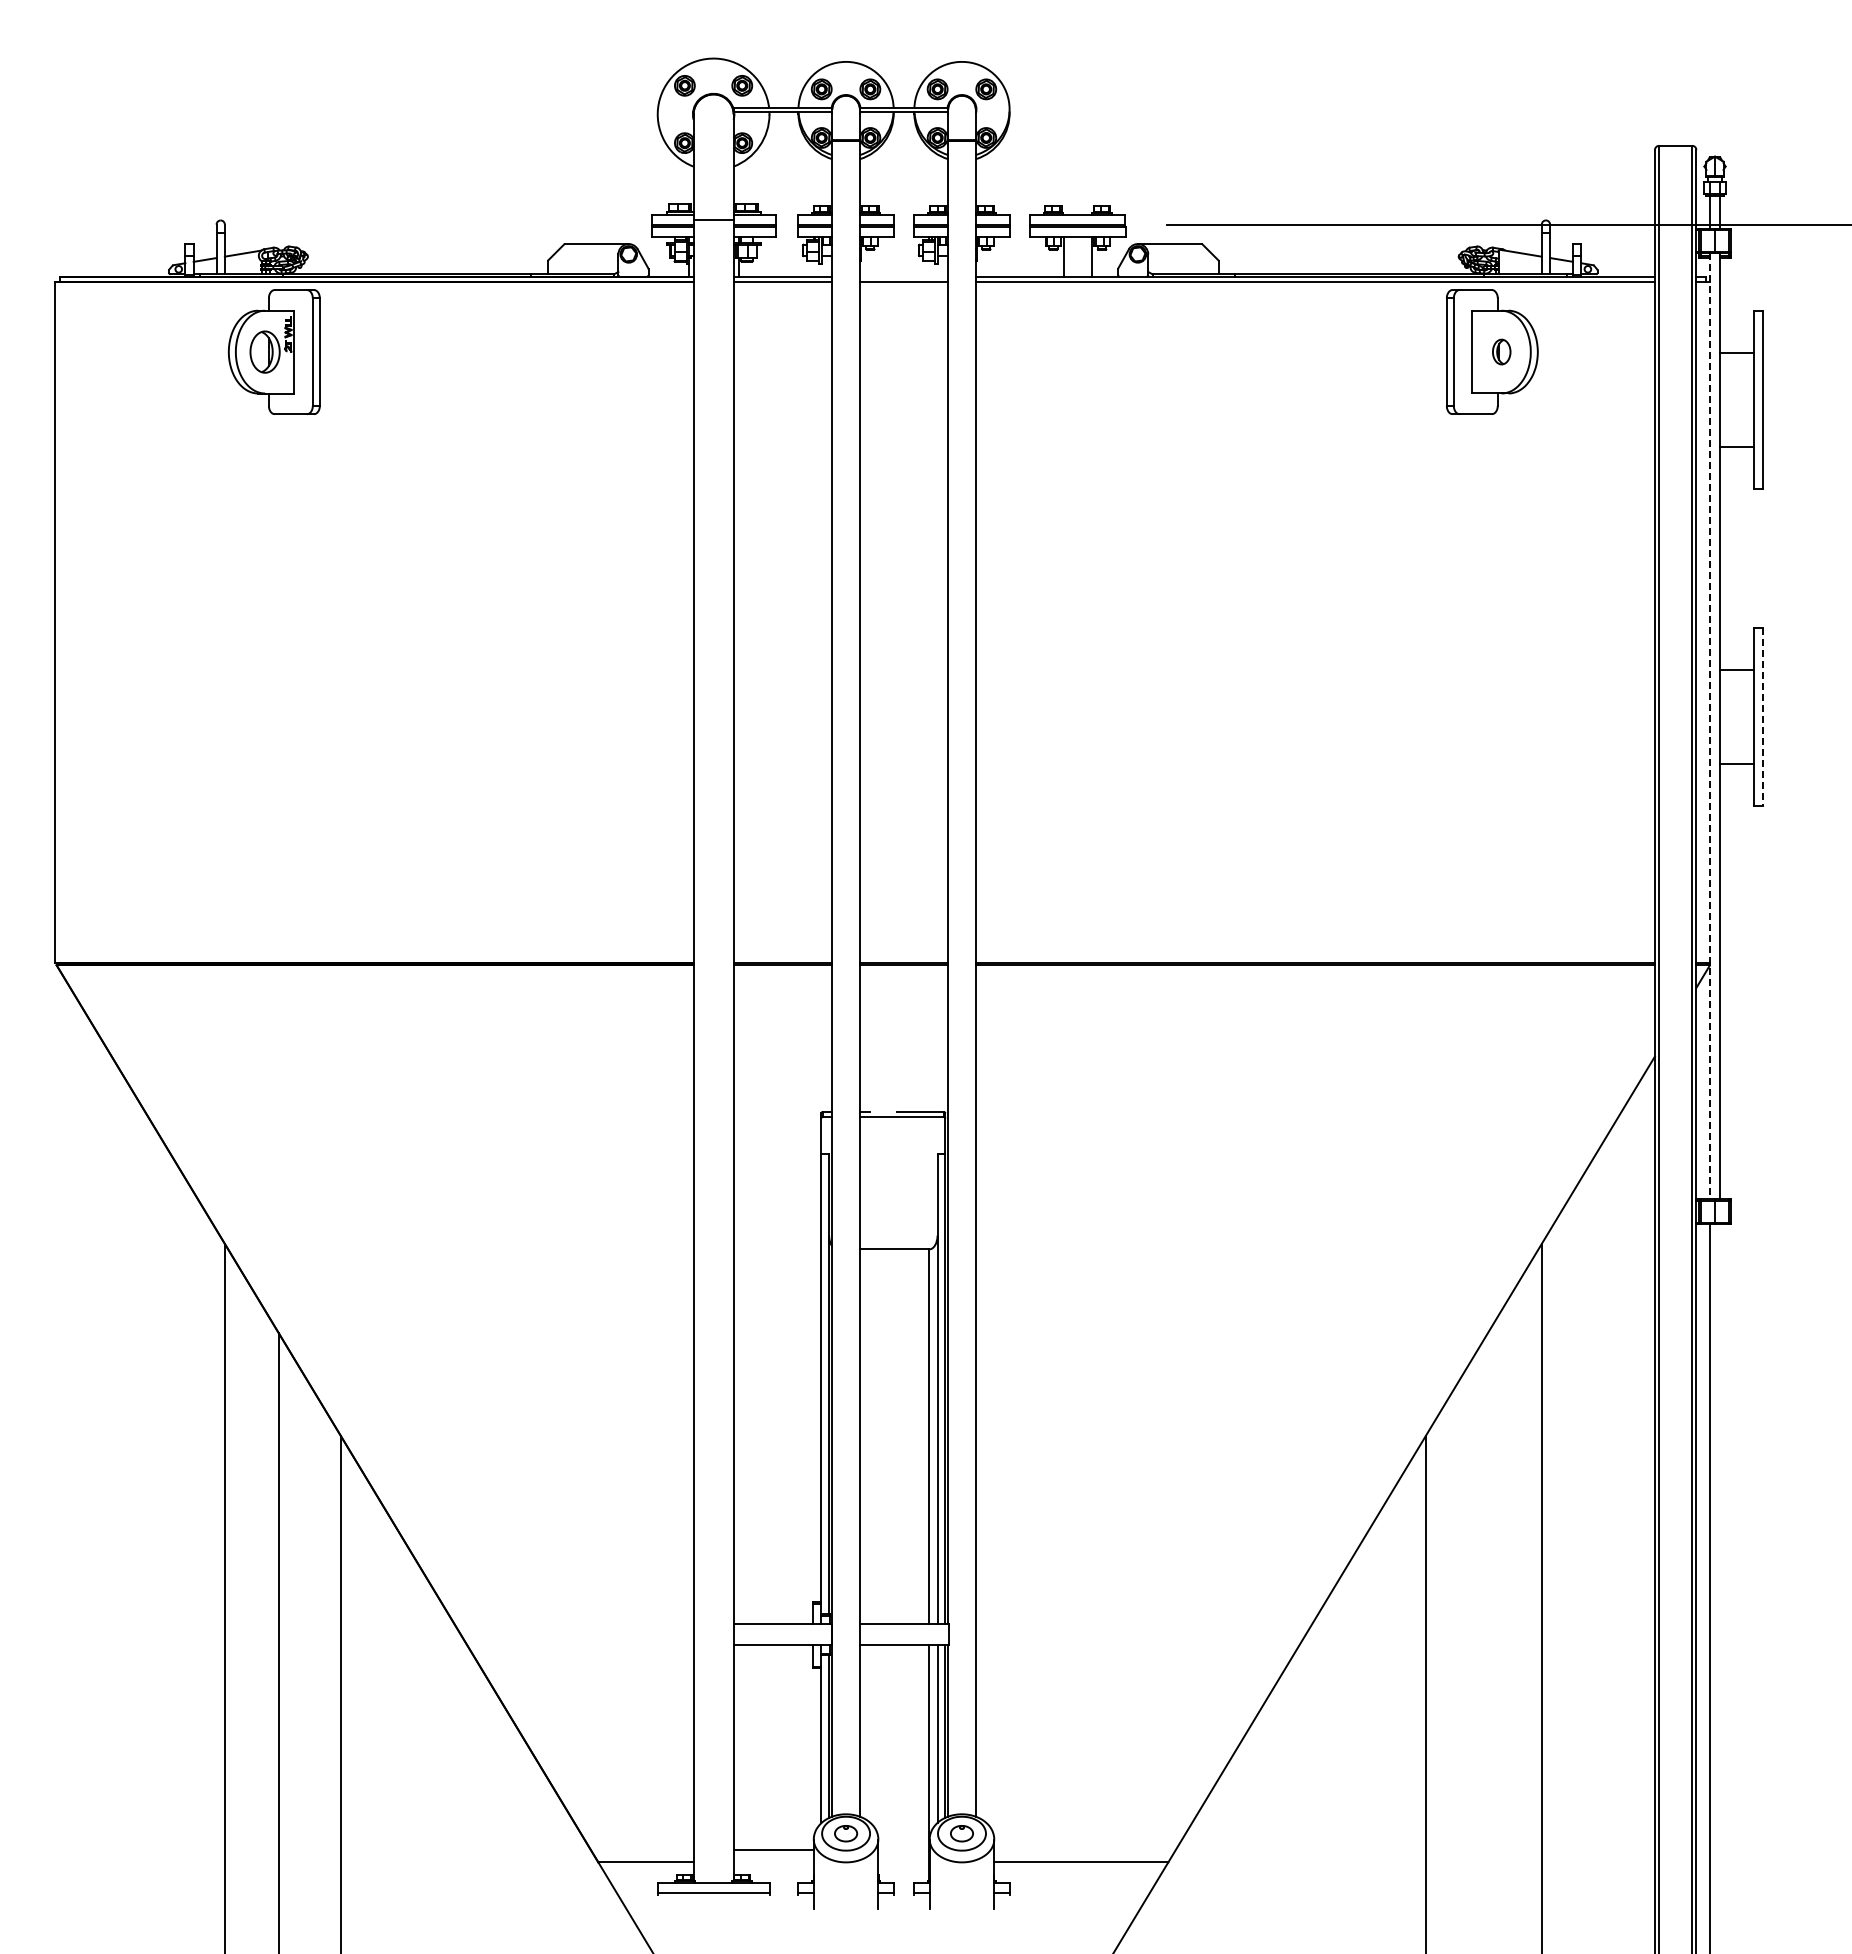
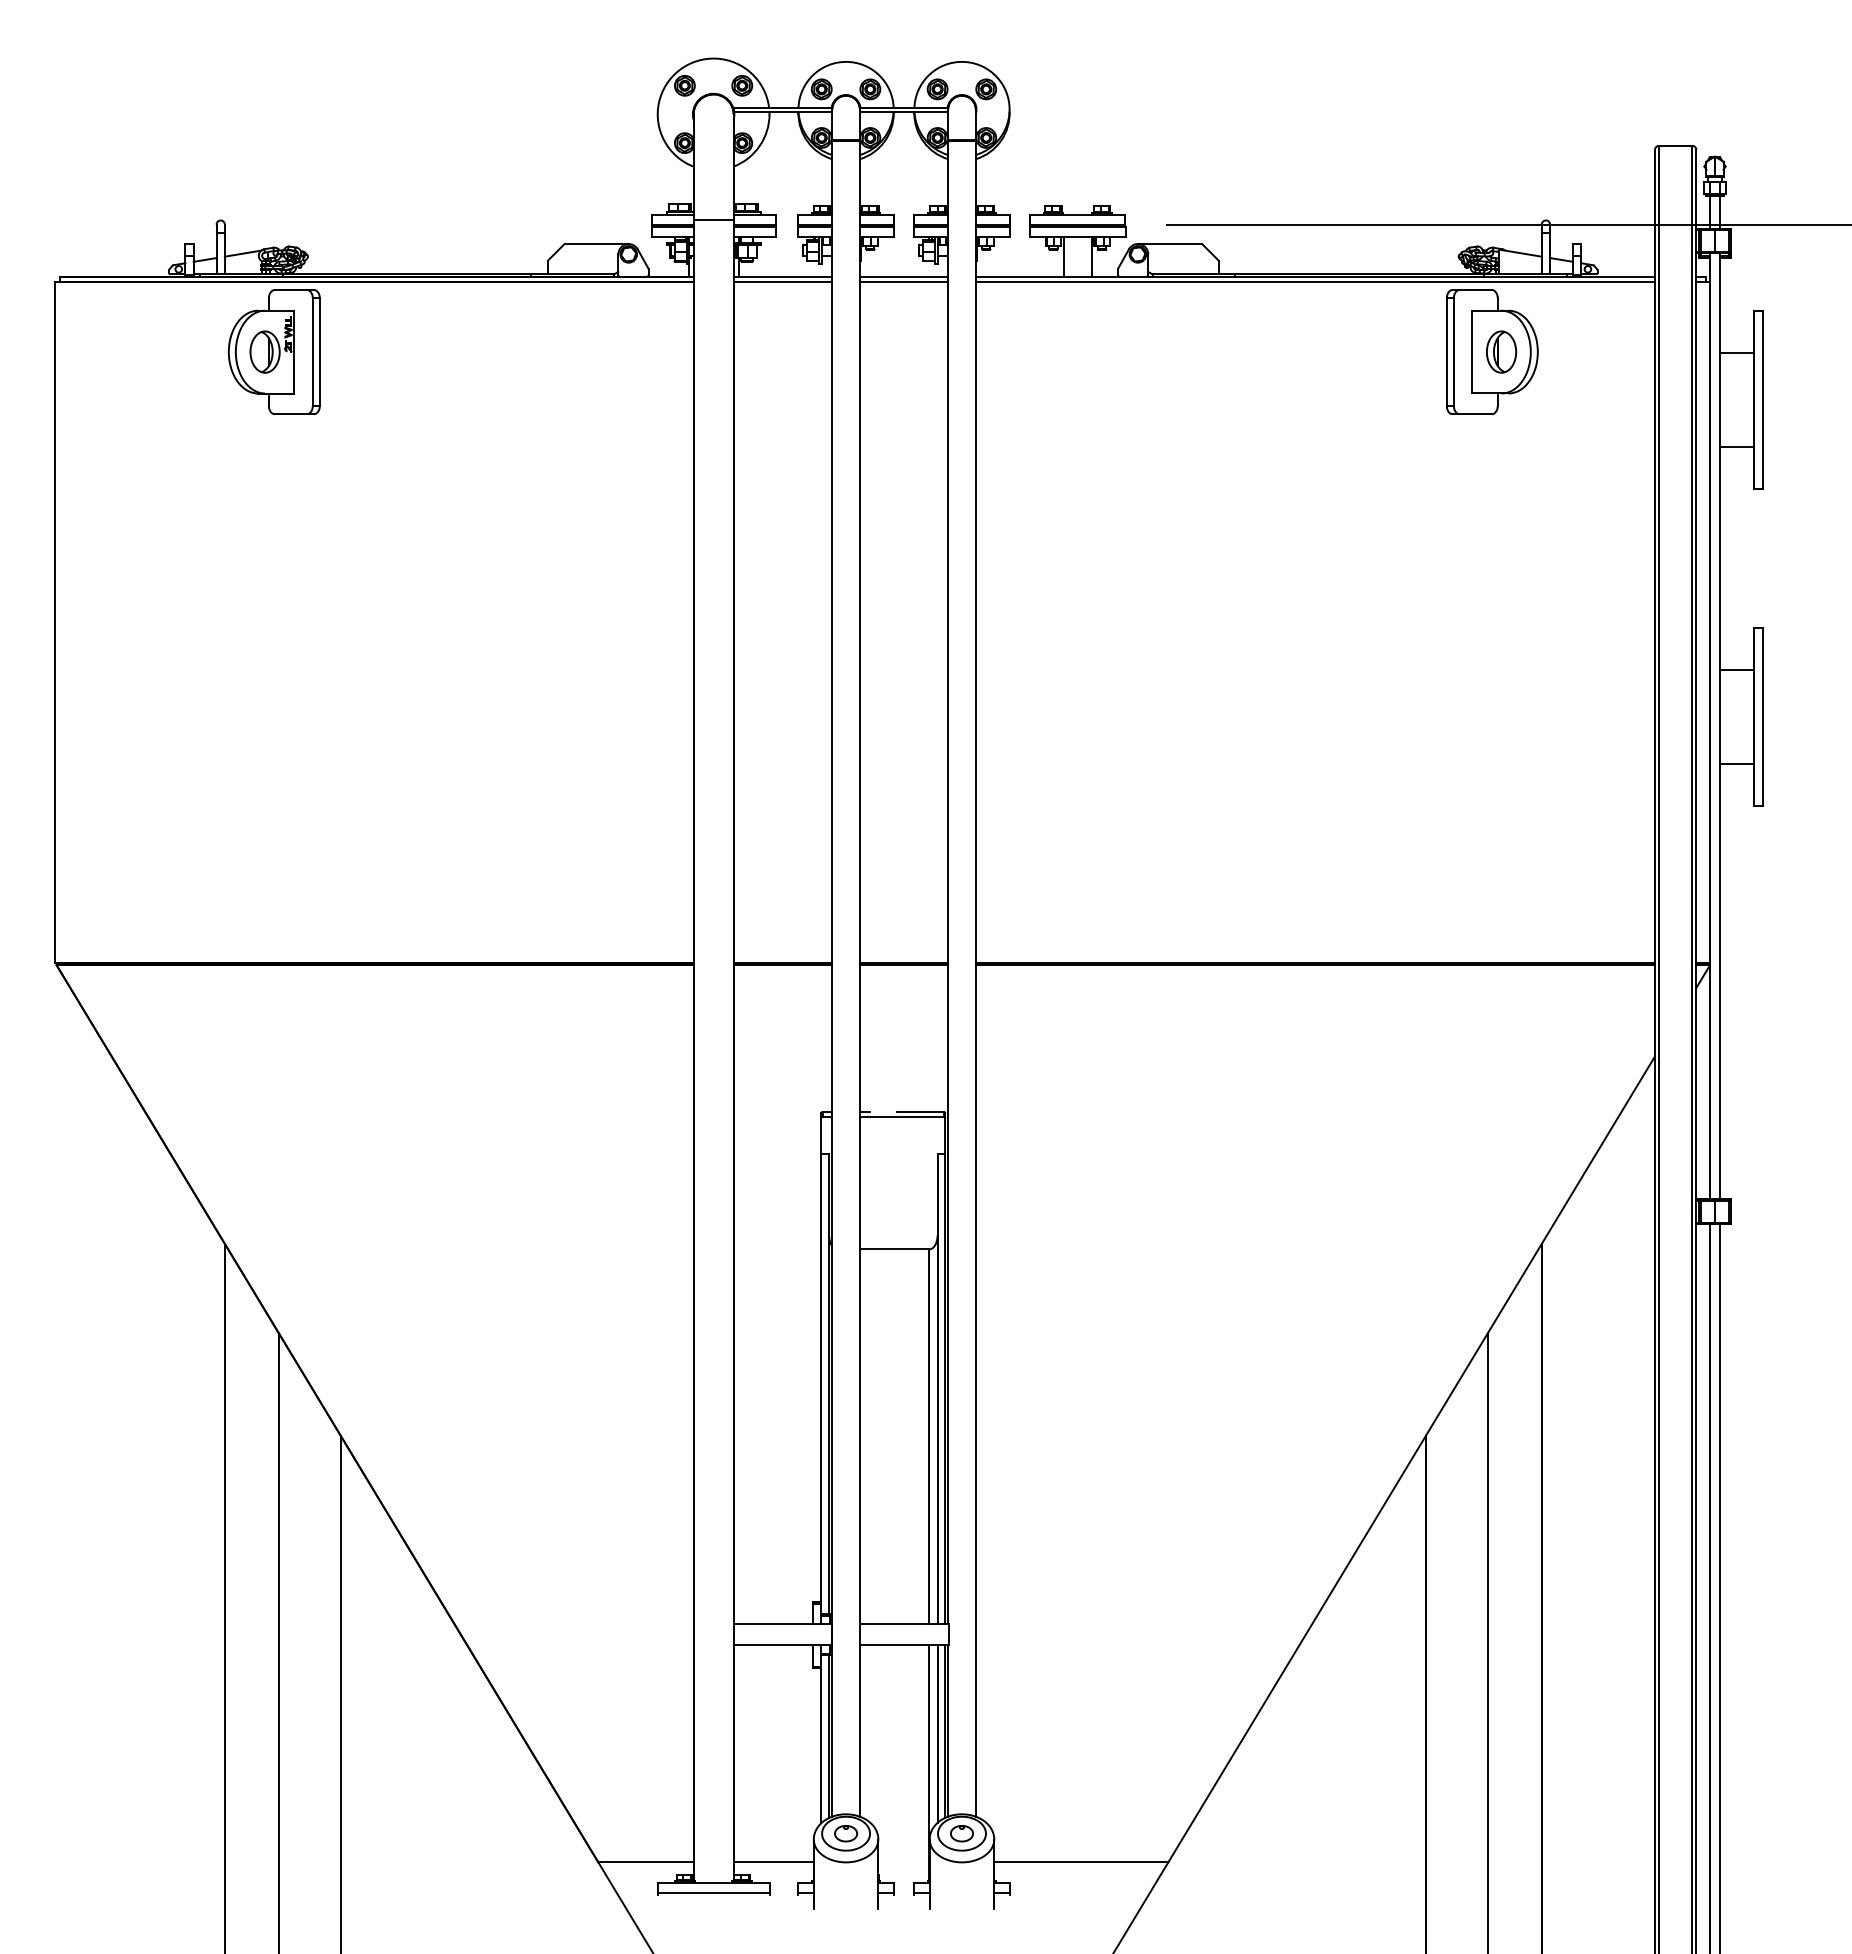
line at (903, 276): none -> present
part at (1501, 351) size: 20x28 px -> 32x44 px
line at (1763, 717): dashed -> solid
line at (1709, 726): dashed -> solid
line at (1720, 1587): none -> present
line at (1487, 1641): none -> present
line at (773, 1850) position: (773, 1850) -> (773, 1862)
